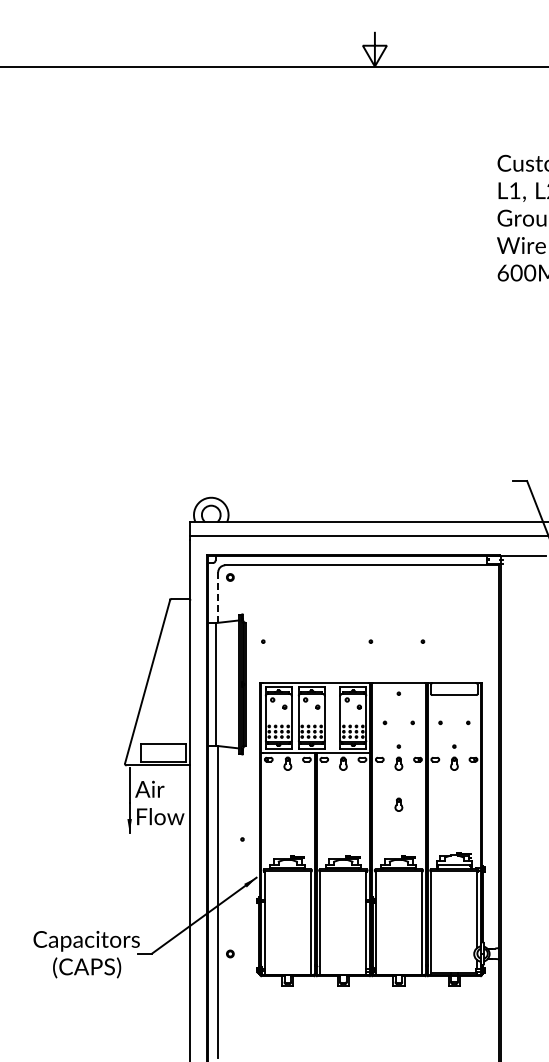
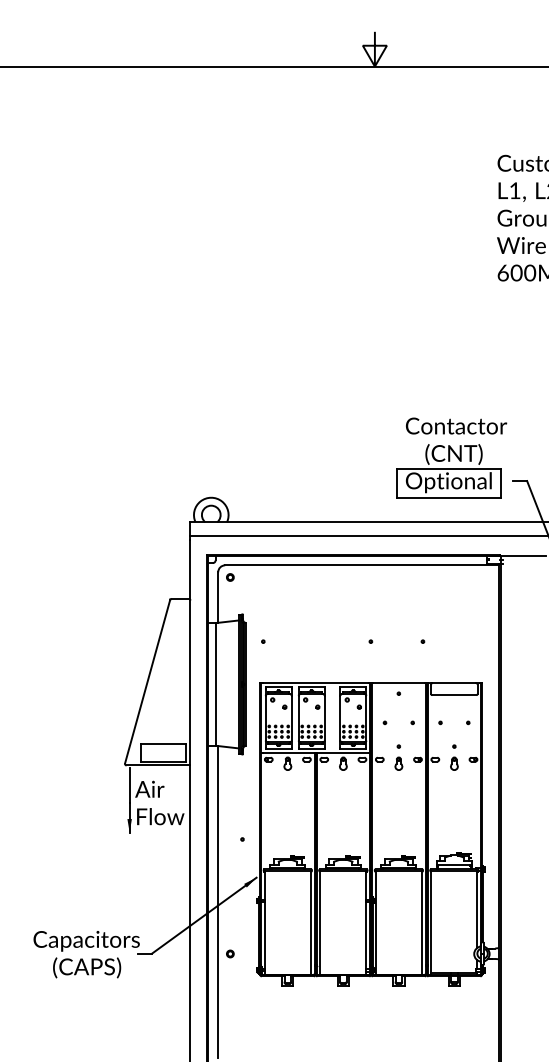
part at (451, 457): none -> present
line at (218, 597): dashed -> solid
part at (398, 804): present -> none
